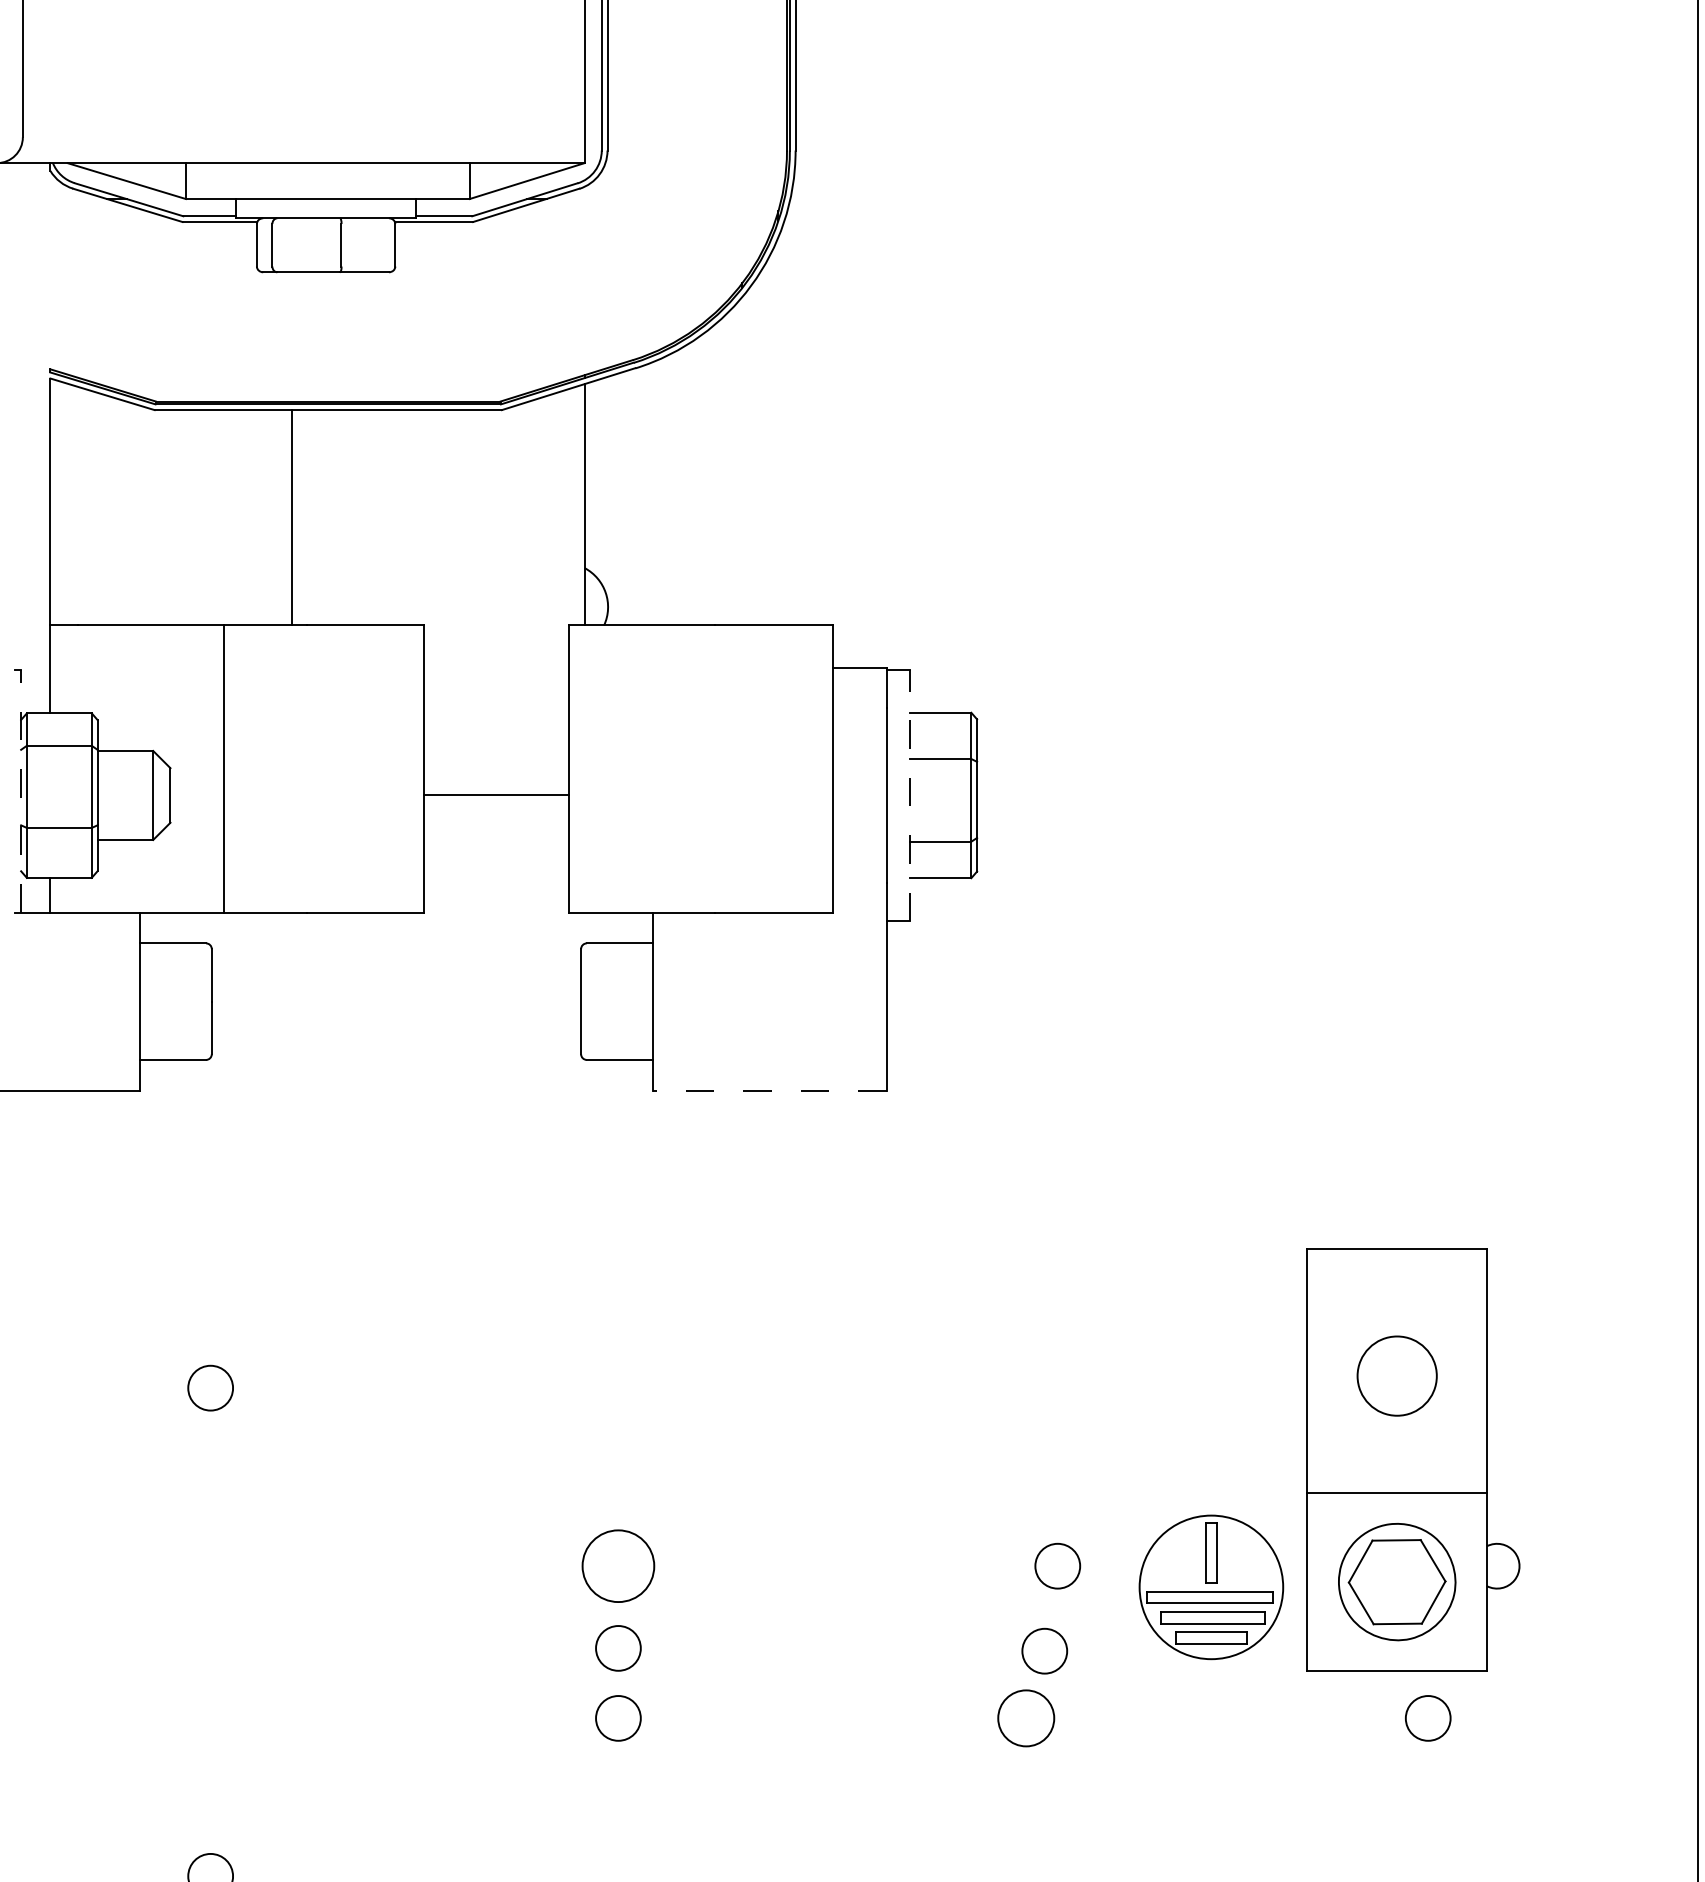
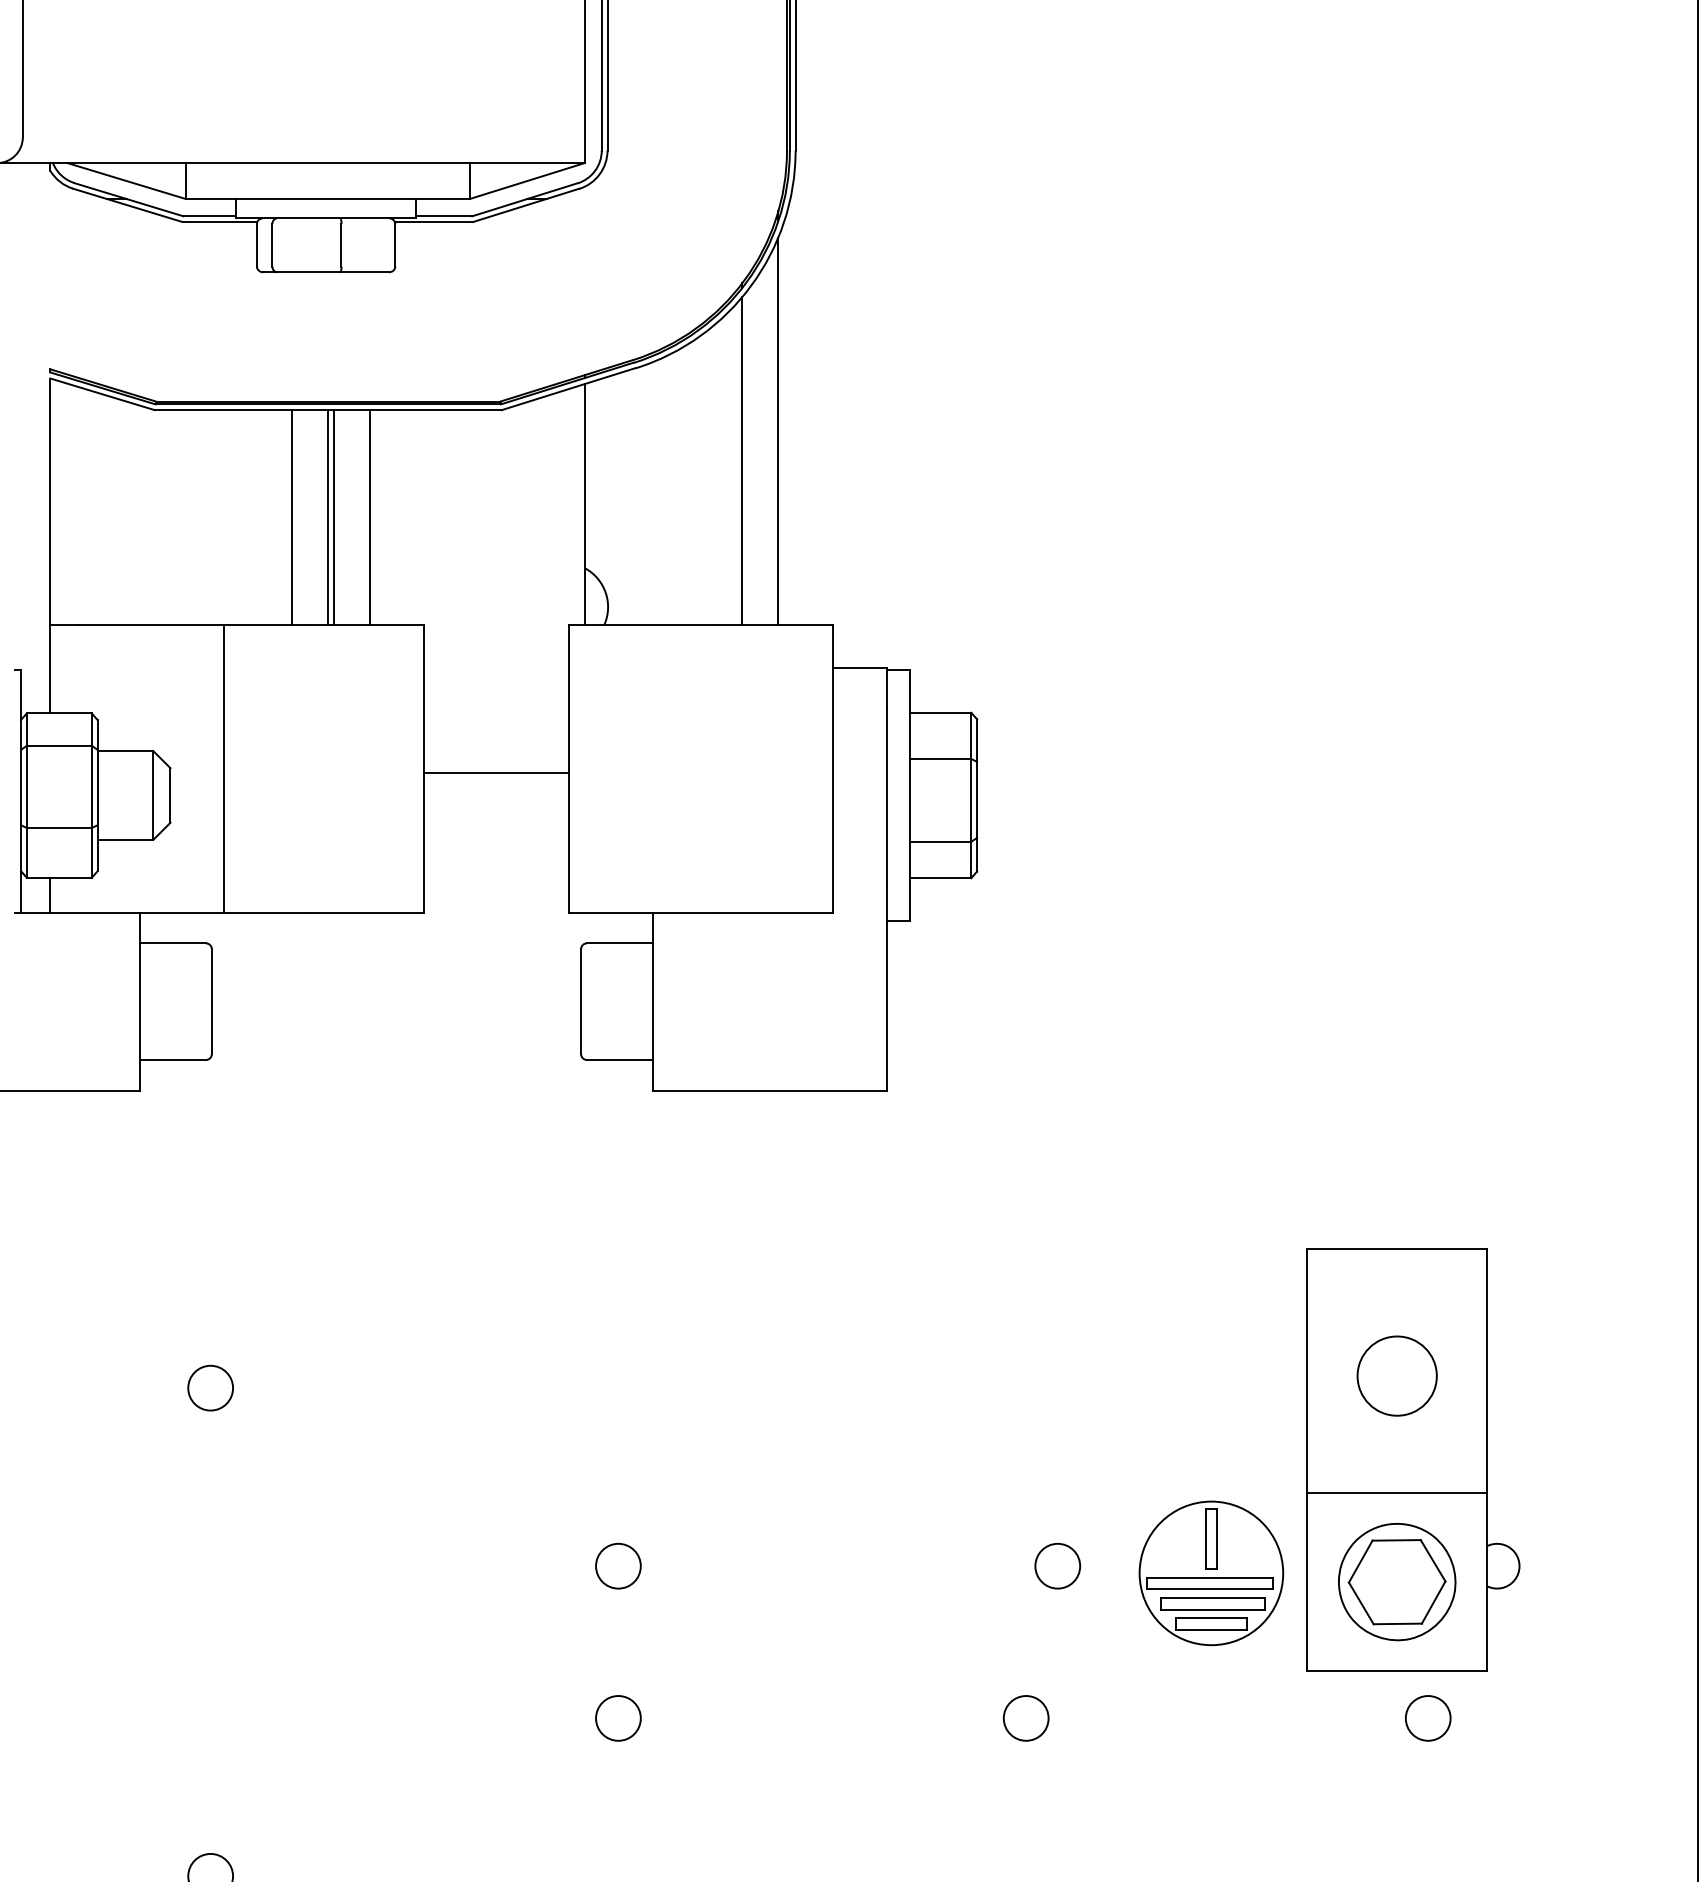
line at (778, 431): none -> present
line at (742, 460): none -> present
line at (328, 517): none -> present
line at (333, 517): none -> present
line at (369, 517): none -> present
line at (21, 790): dashed -> solid
line at (496, 795) position: (496, 795) -> (496, 773)
line at (909, 795): dashed -> solid
line at (769, 1090): dashed -> solid
circle at (618, 1566) diameter: 72 px -> 45 px
part at (1211, 1587) position: (1211, 1587) -> (1211, 1573)
circle at (618, 1648): present -> none
circle at (1044, 1650): present -> none
circle at (1026, 1718) size: 59x59 px -> 48x47 px
